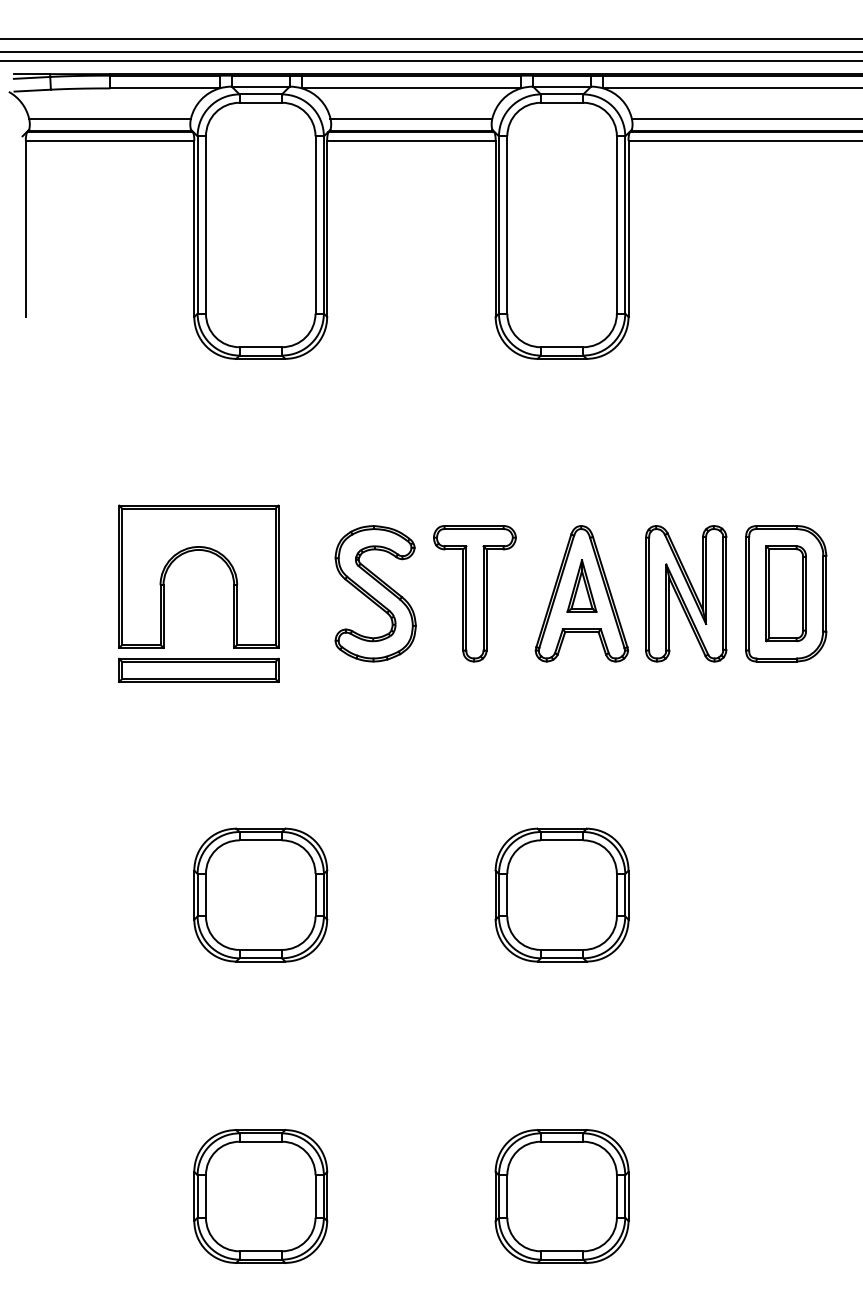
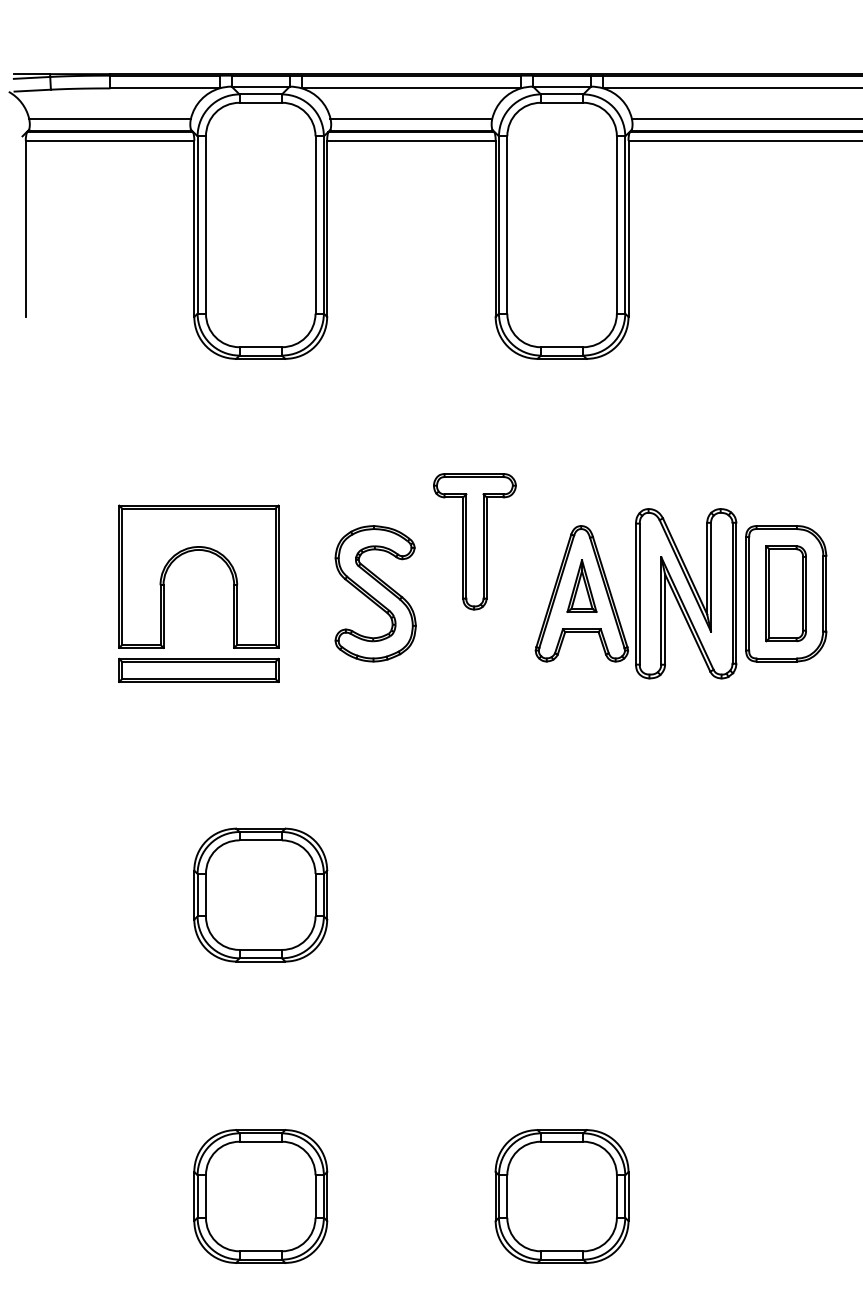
line at (430, 39): present -> none
line at (430, 51): present -> none
line at (430, 60): present -> none
part at (474, 593) position: (474, 593) -> (474, 541)
part at (686, 593) size: 83x138 px -> 103x172 px
part at (561, 894): present -> none
